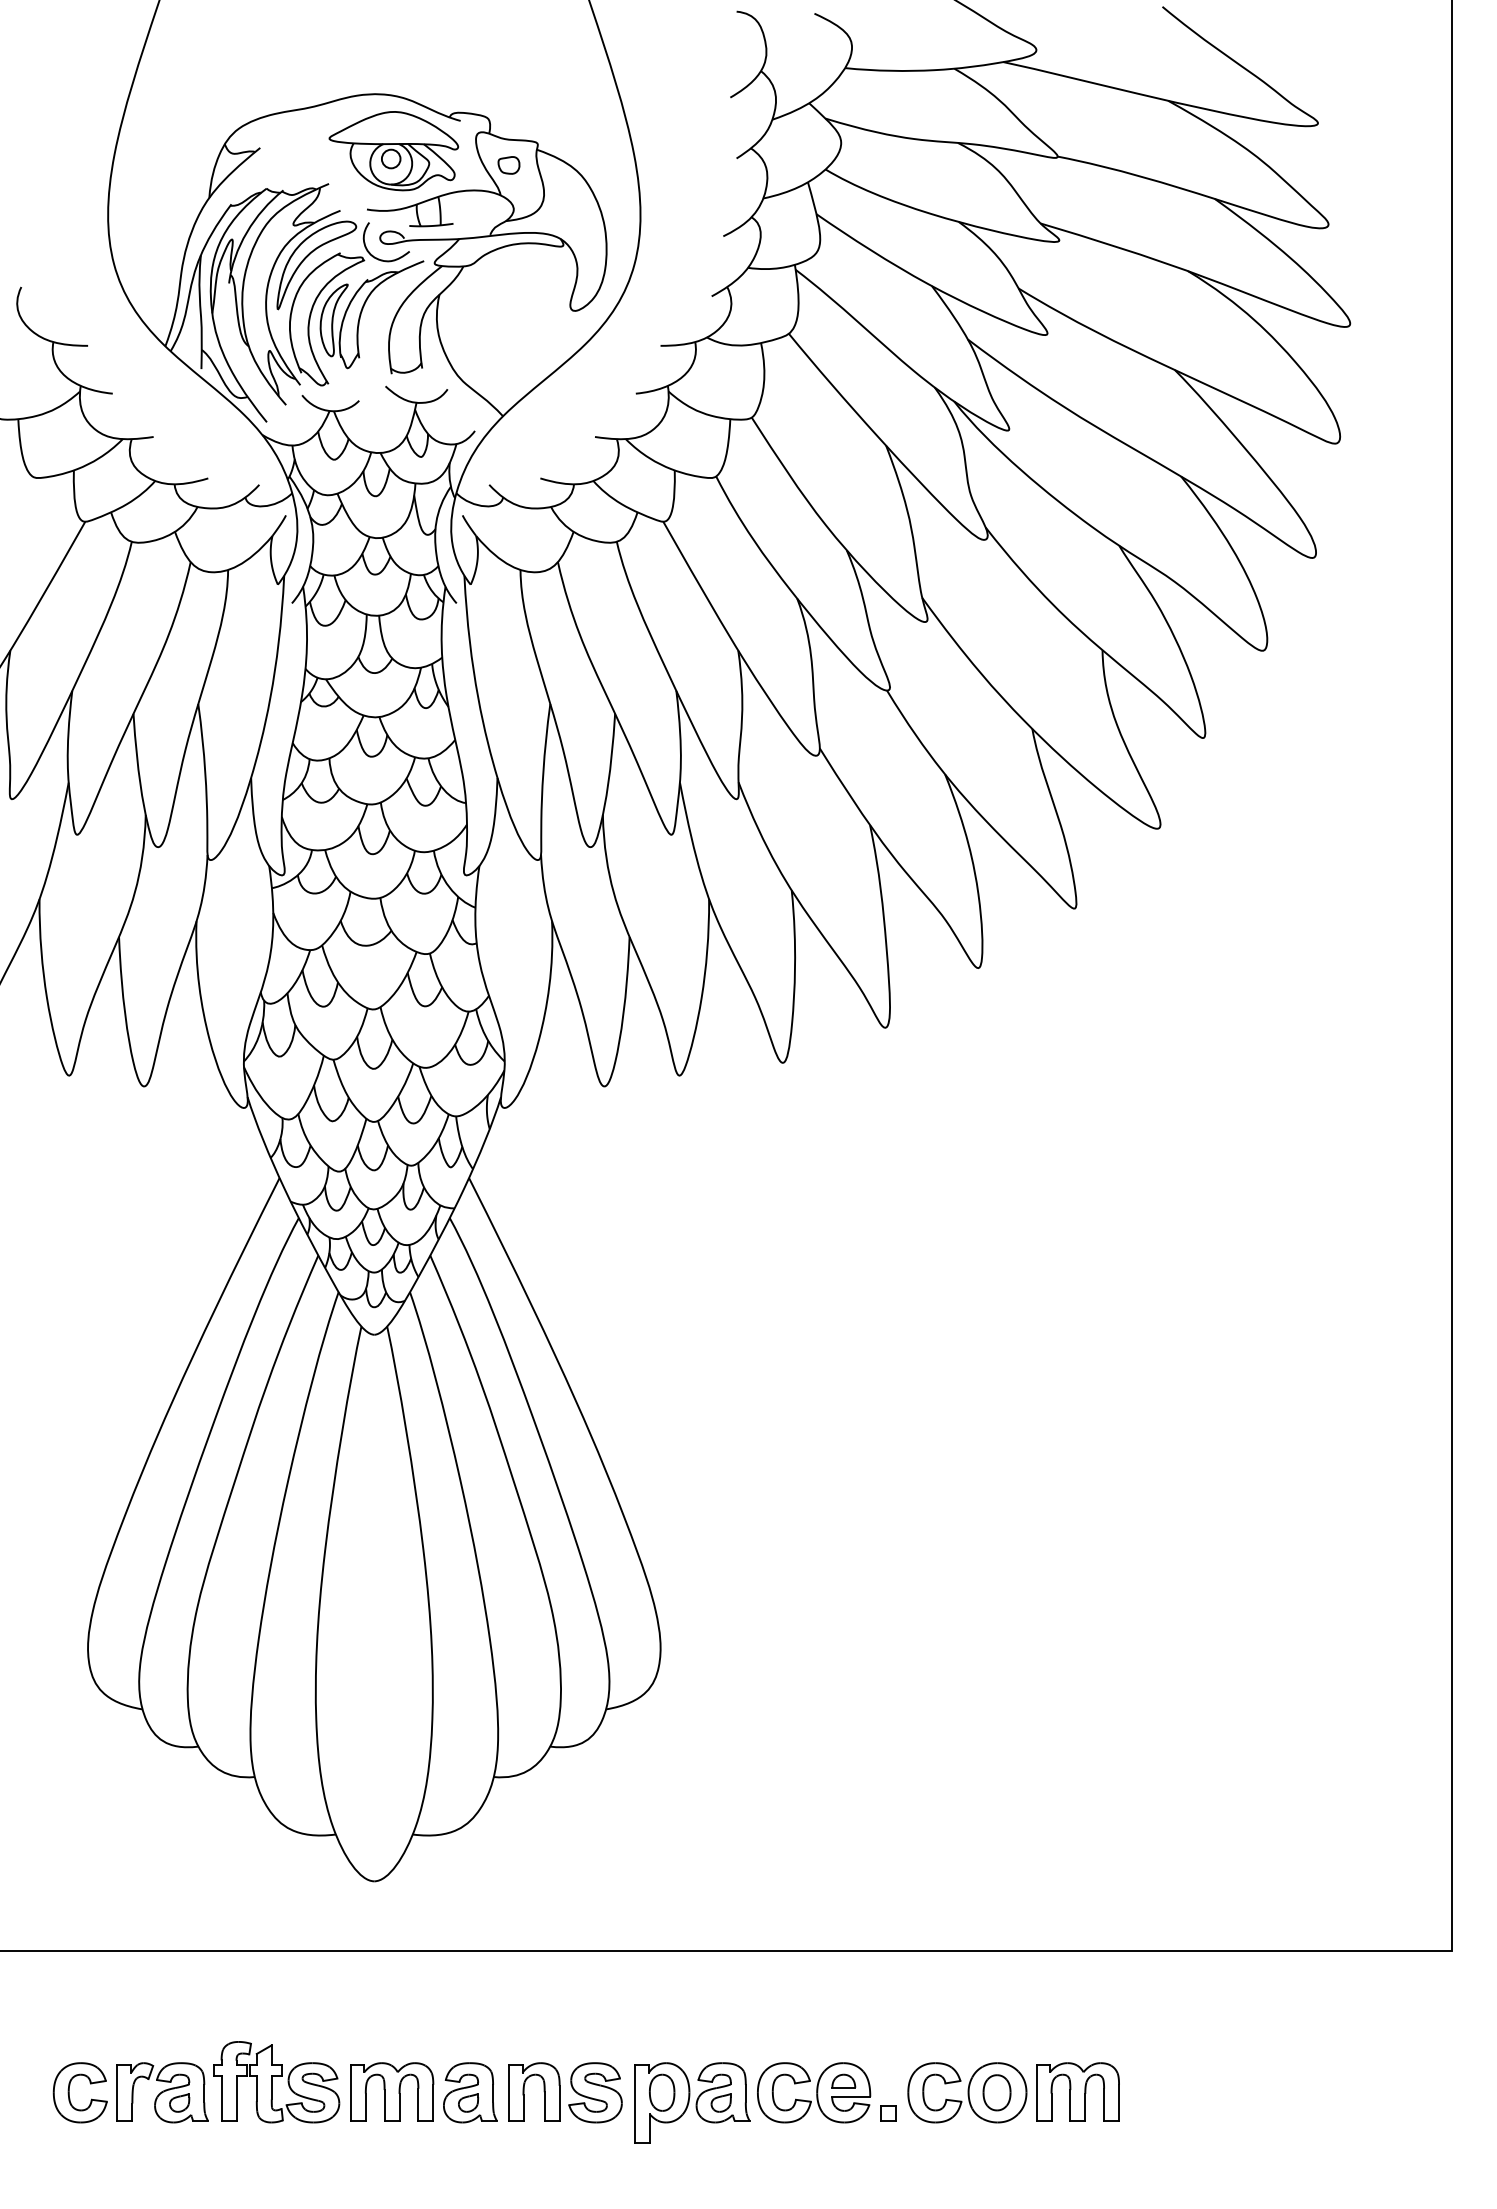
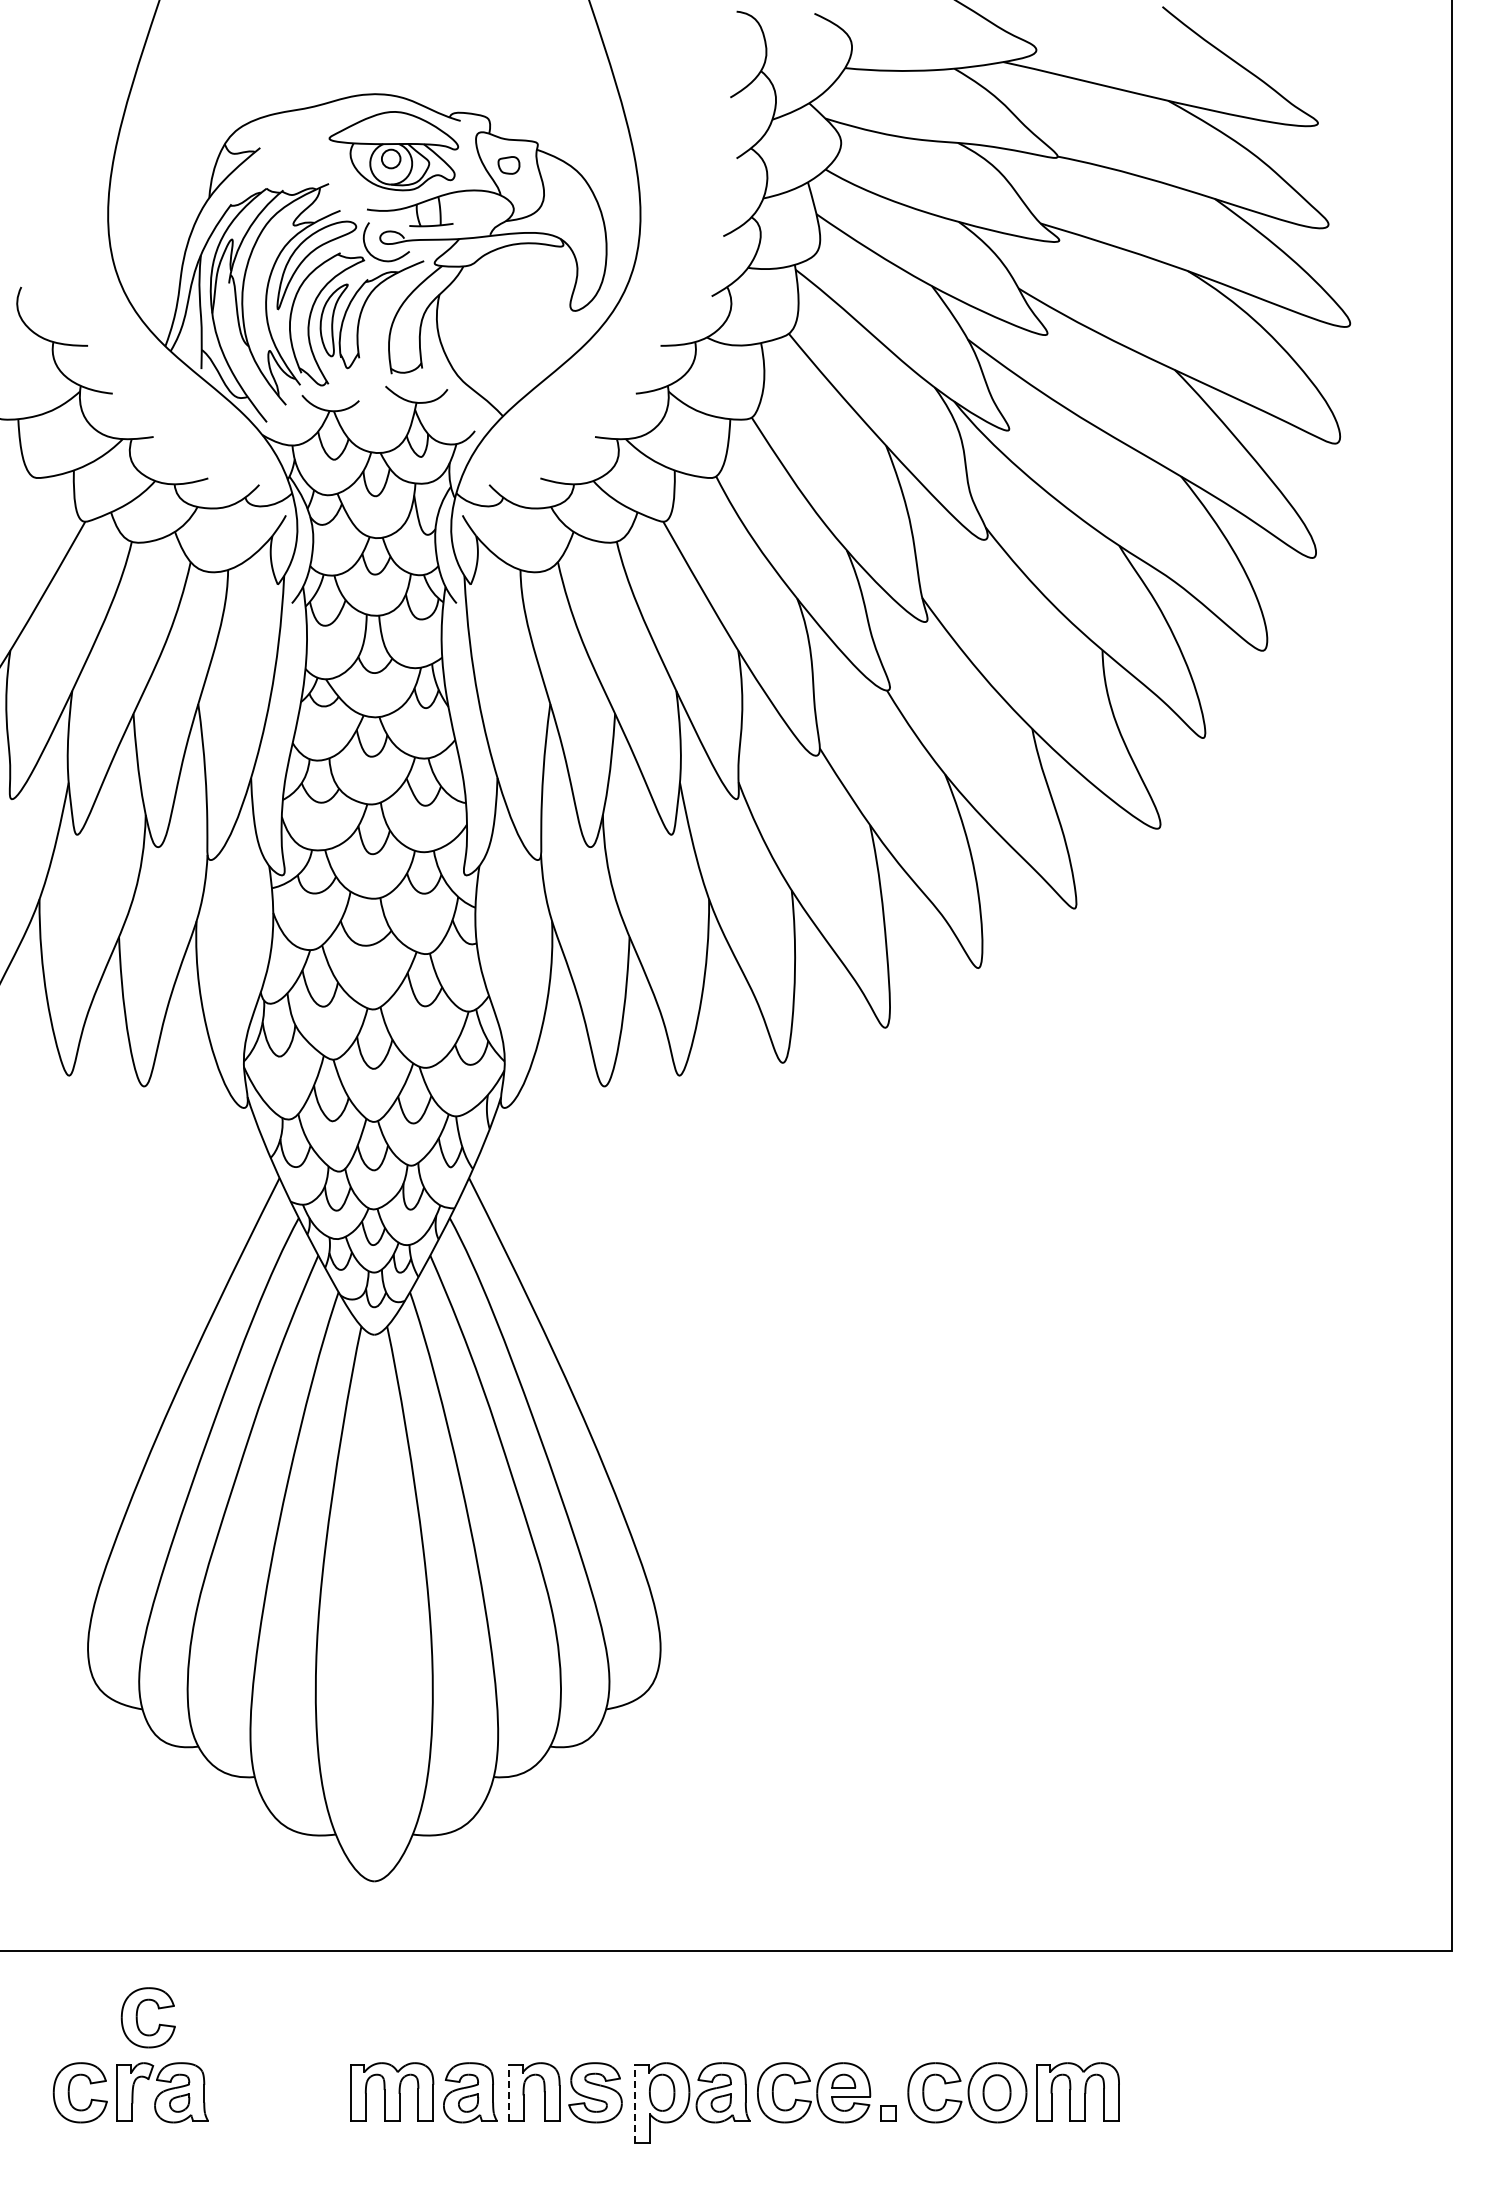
part at (137, 2017): none -> present
part at (276, 2082): present -> none
line at (508, 2092): solid -> dashed
line at (634, 2103): solid -> dashed
